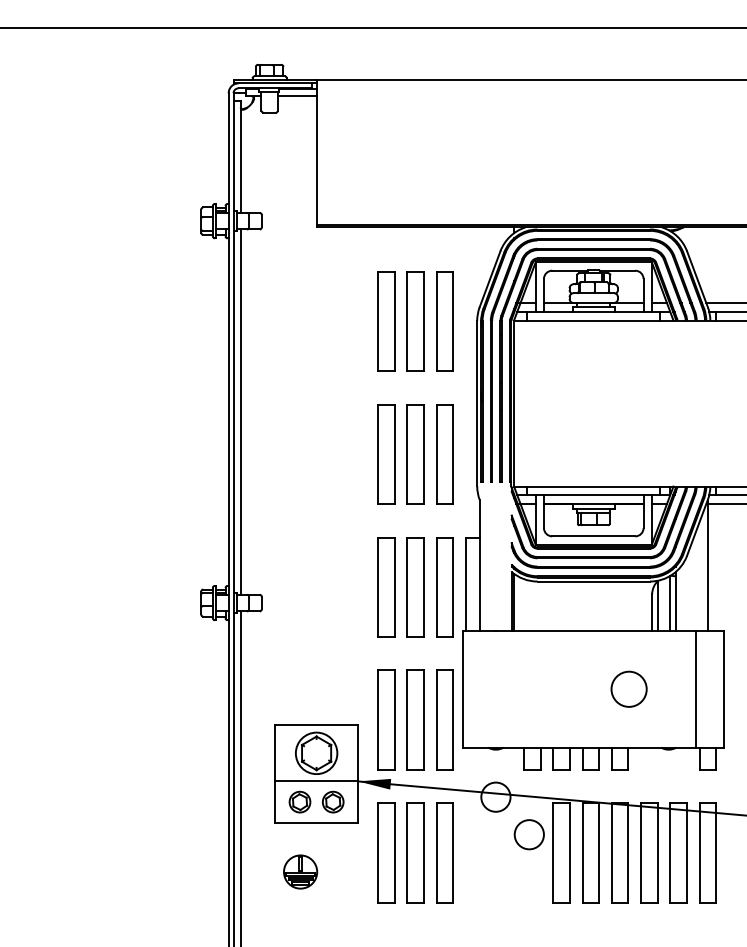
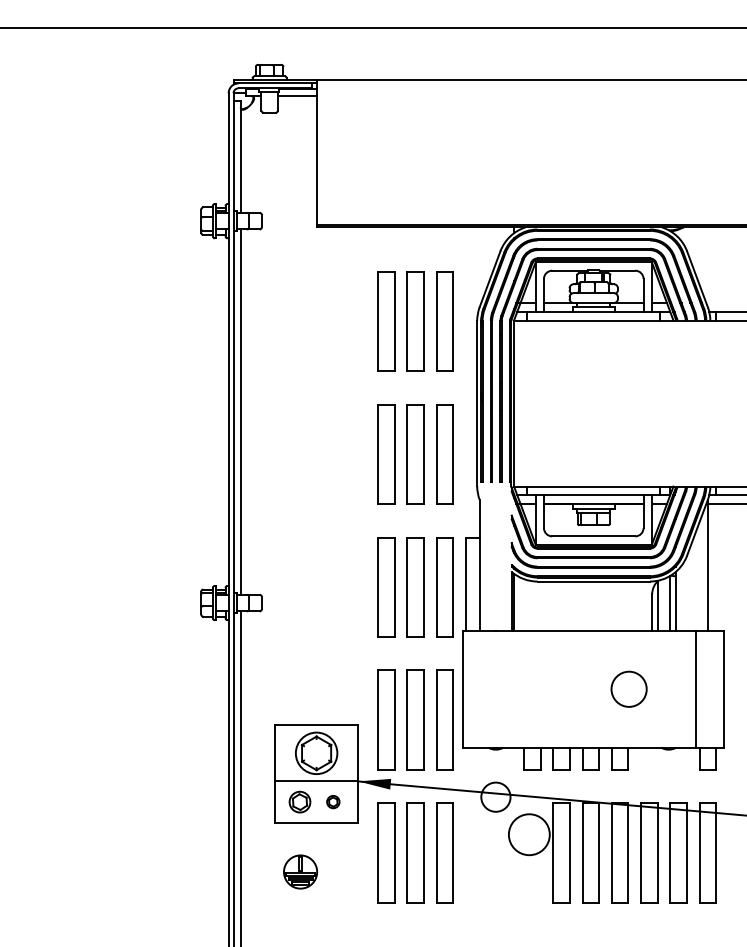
line at (724, 303): present -> none
part at (333, 801) size: 23x24 px -> 15x15 px
circle at (528, 834) diameter: 29 px -> 41 px
